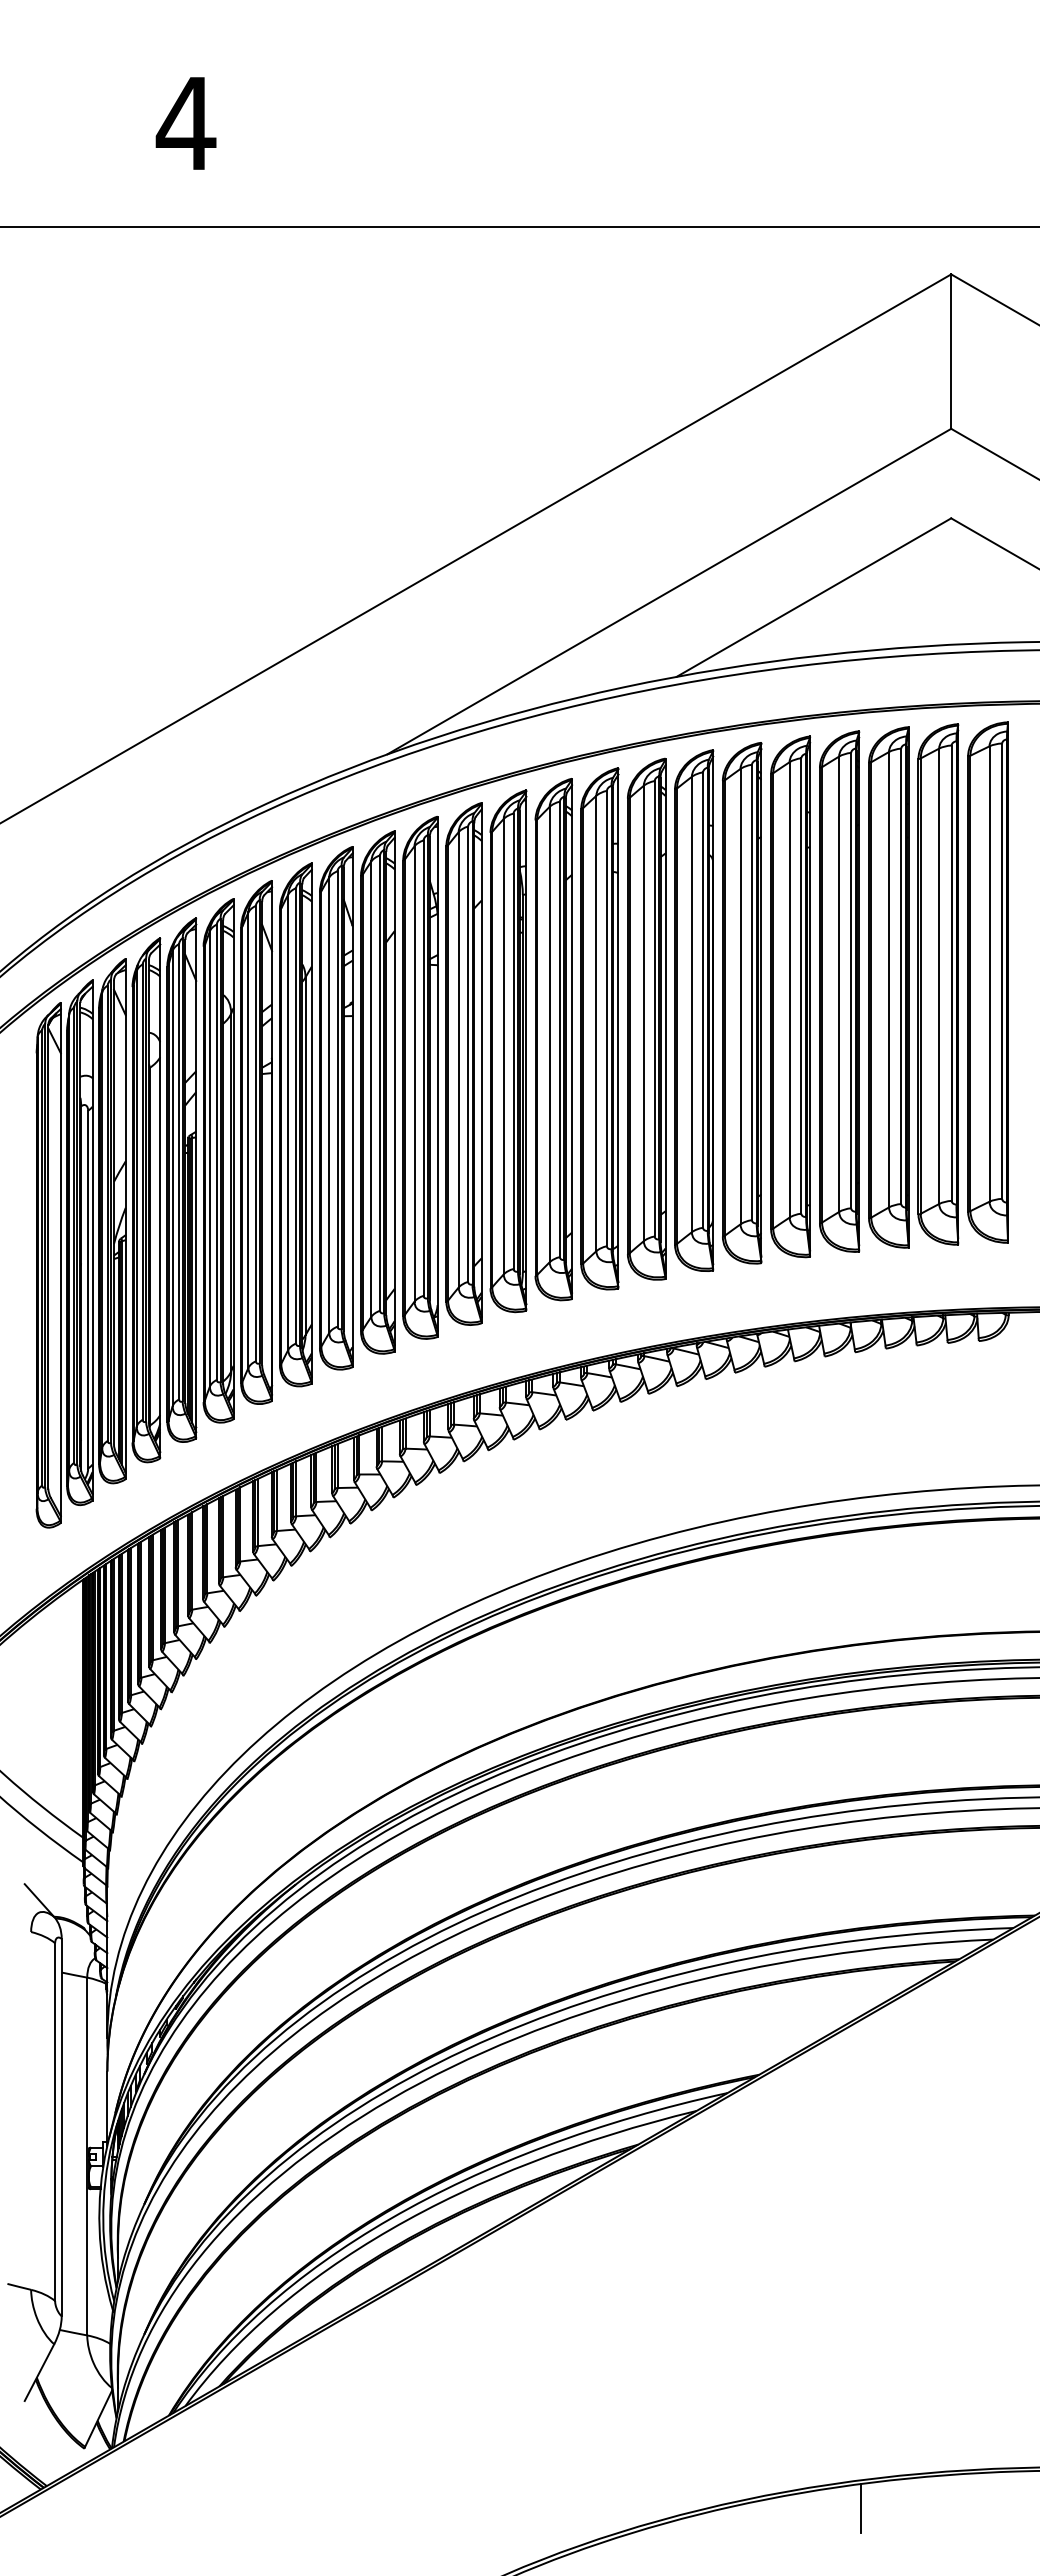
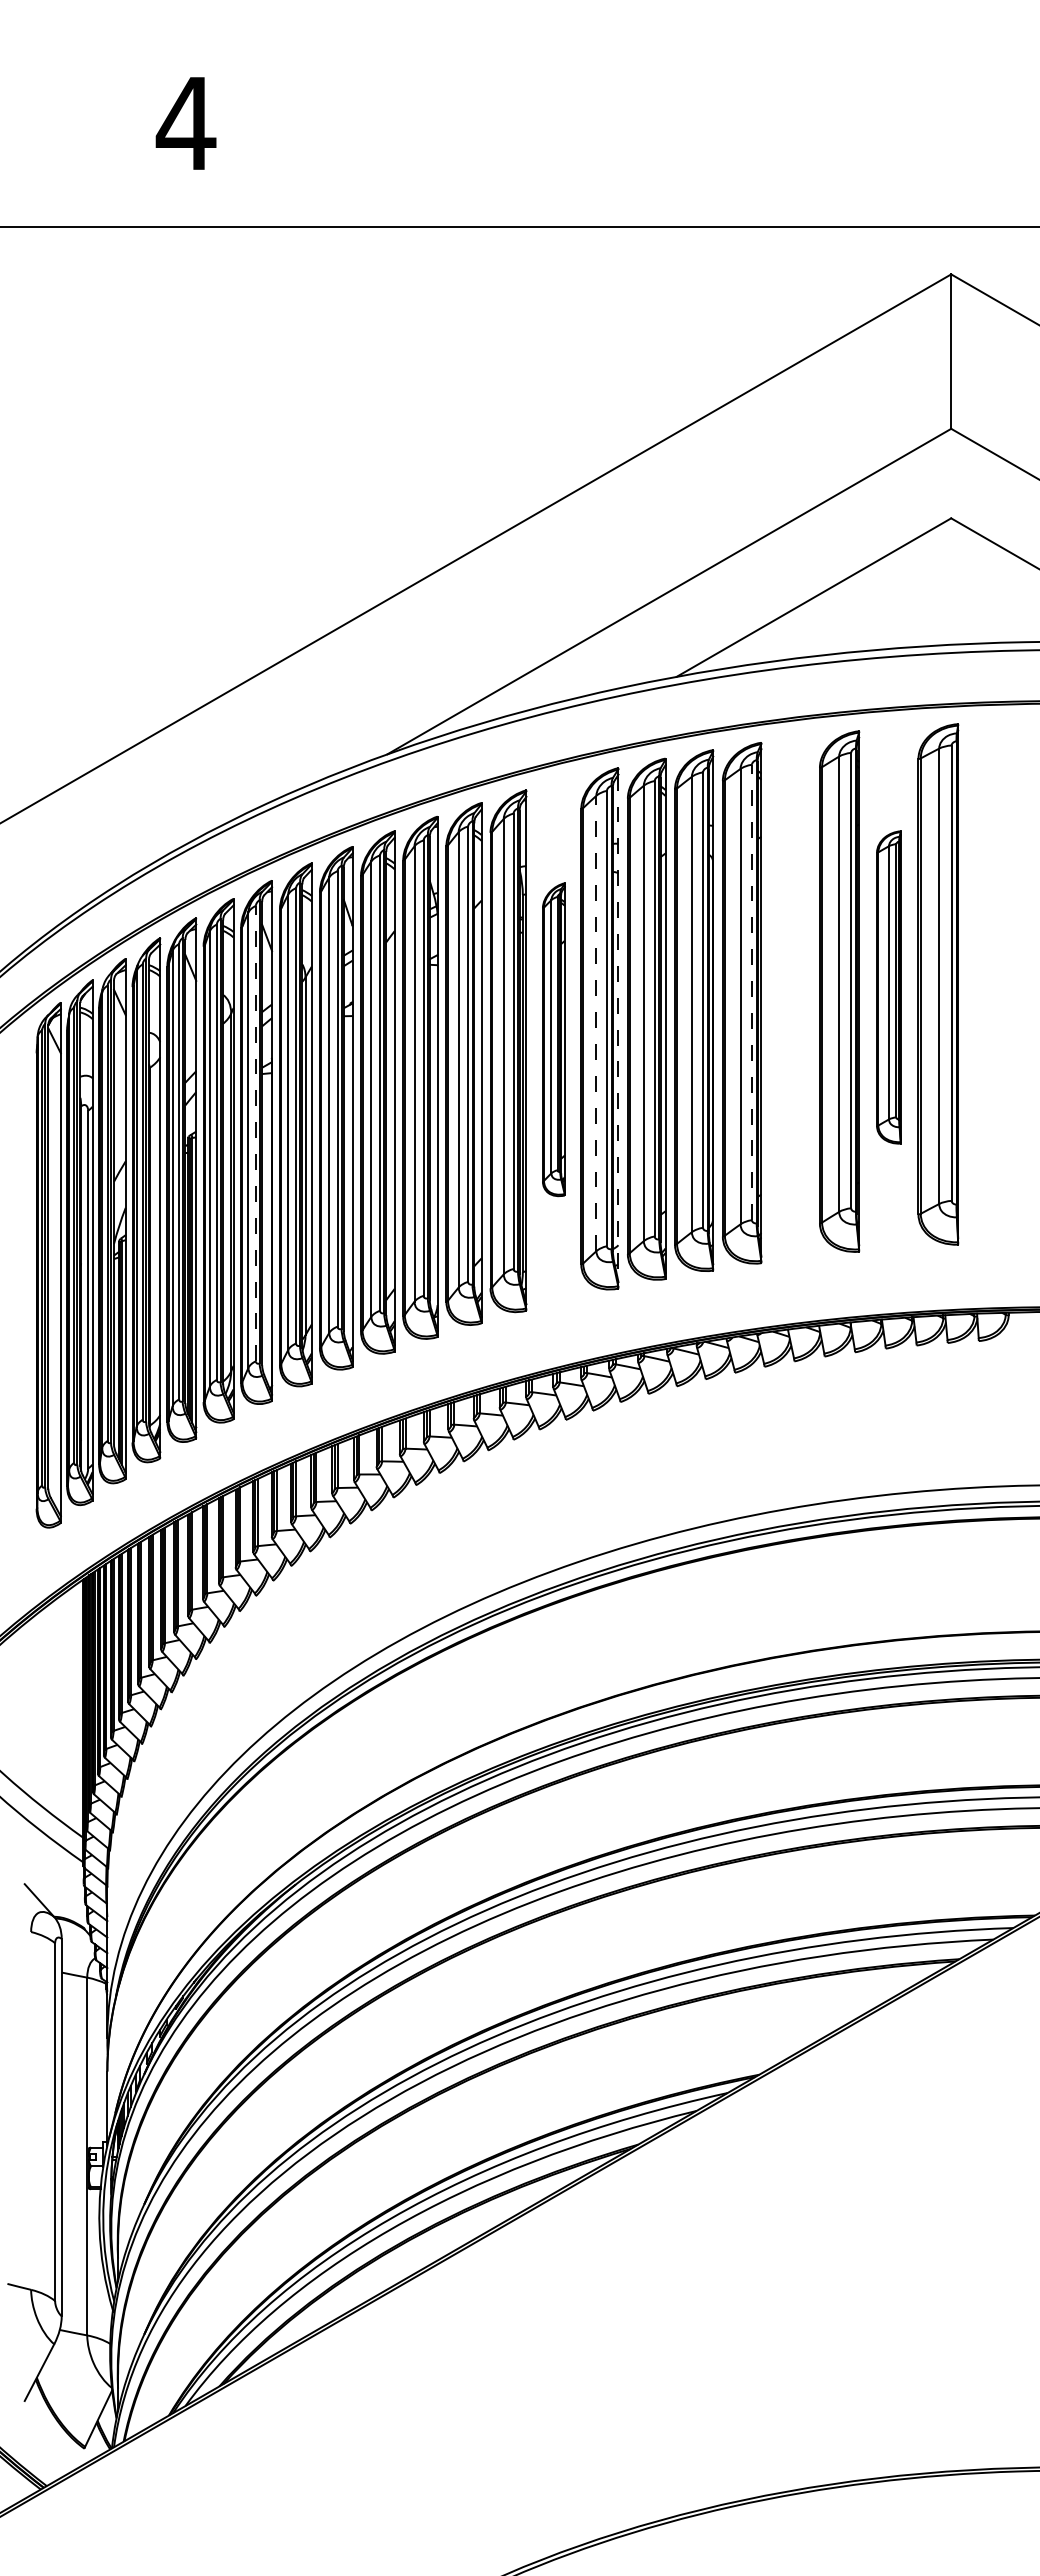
part at (987, 982): present -> none
part at (888, 987) size: 42x523 px -> 26x315 px
line at (751, 992): solid -> dashed
part at (790, 996): present -> none
line at (596, 1023): solid -> dashed
line at (618, 1028): solid -> dashed
part at (553, 1039) size: 40x524 px -> 24x316 px
line at (255, 1133): solid -> dashed
line at (860, 2508): present -> none
